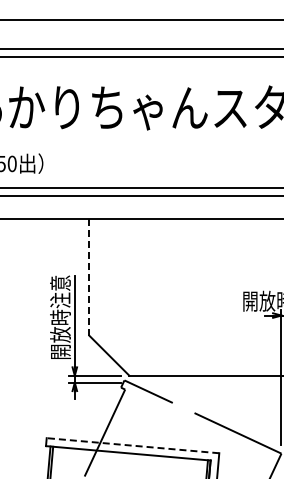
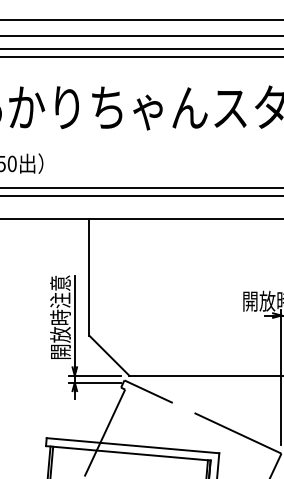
line at (141, 36): none -> present
line at (89, 276): dashed -> solid
line at (133, 445): dashed -> solid
